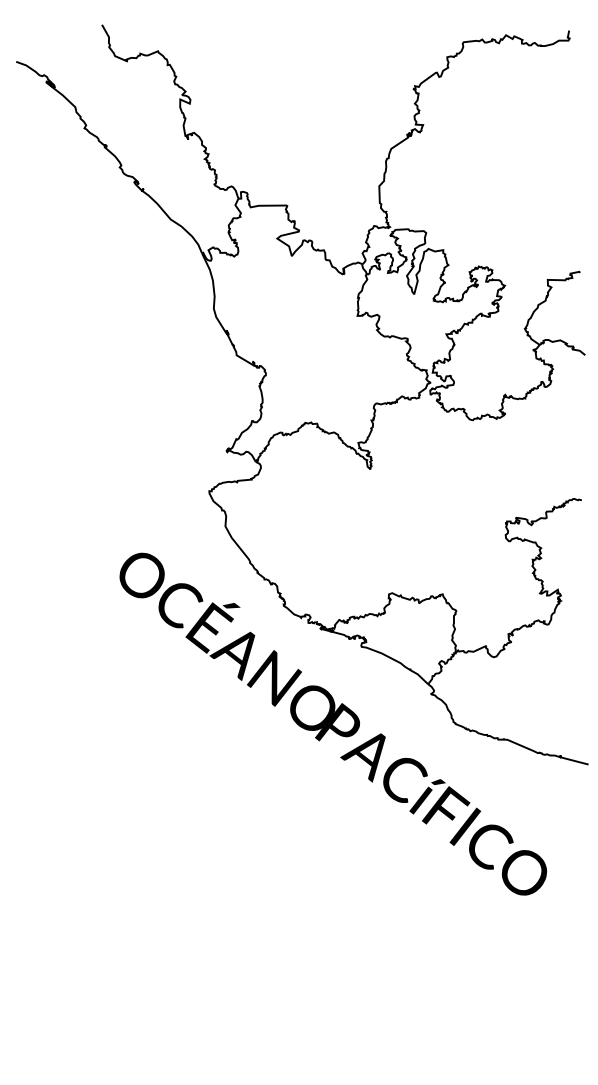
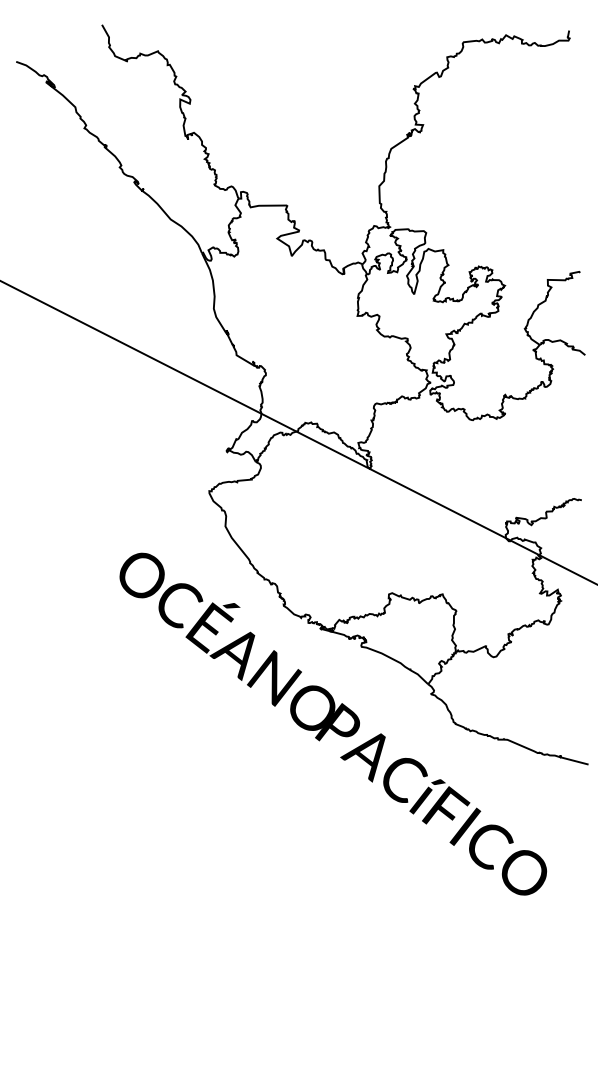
line at (298, 432): none -> present
